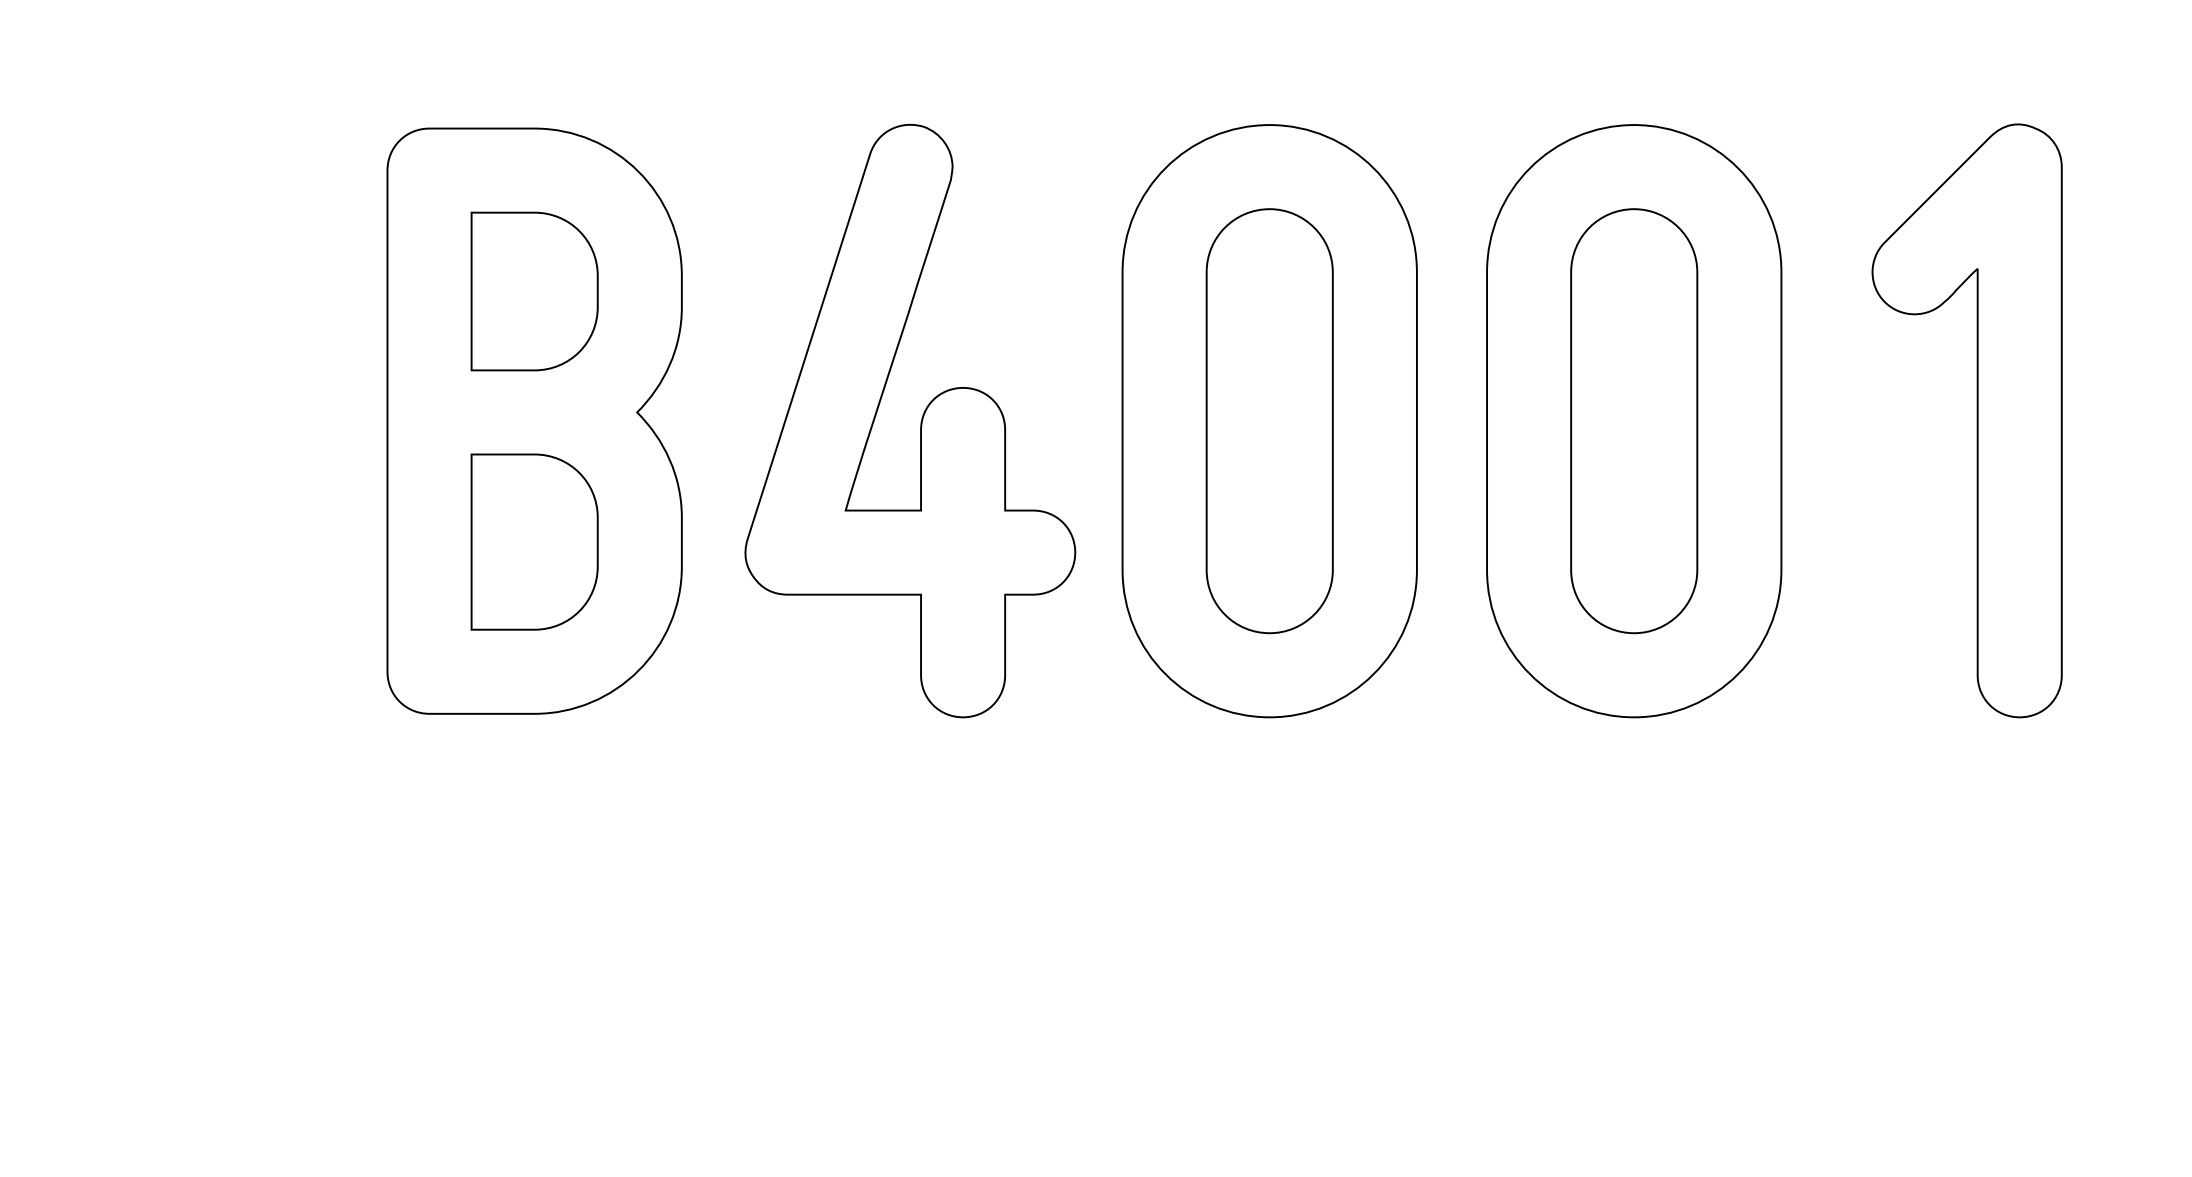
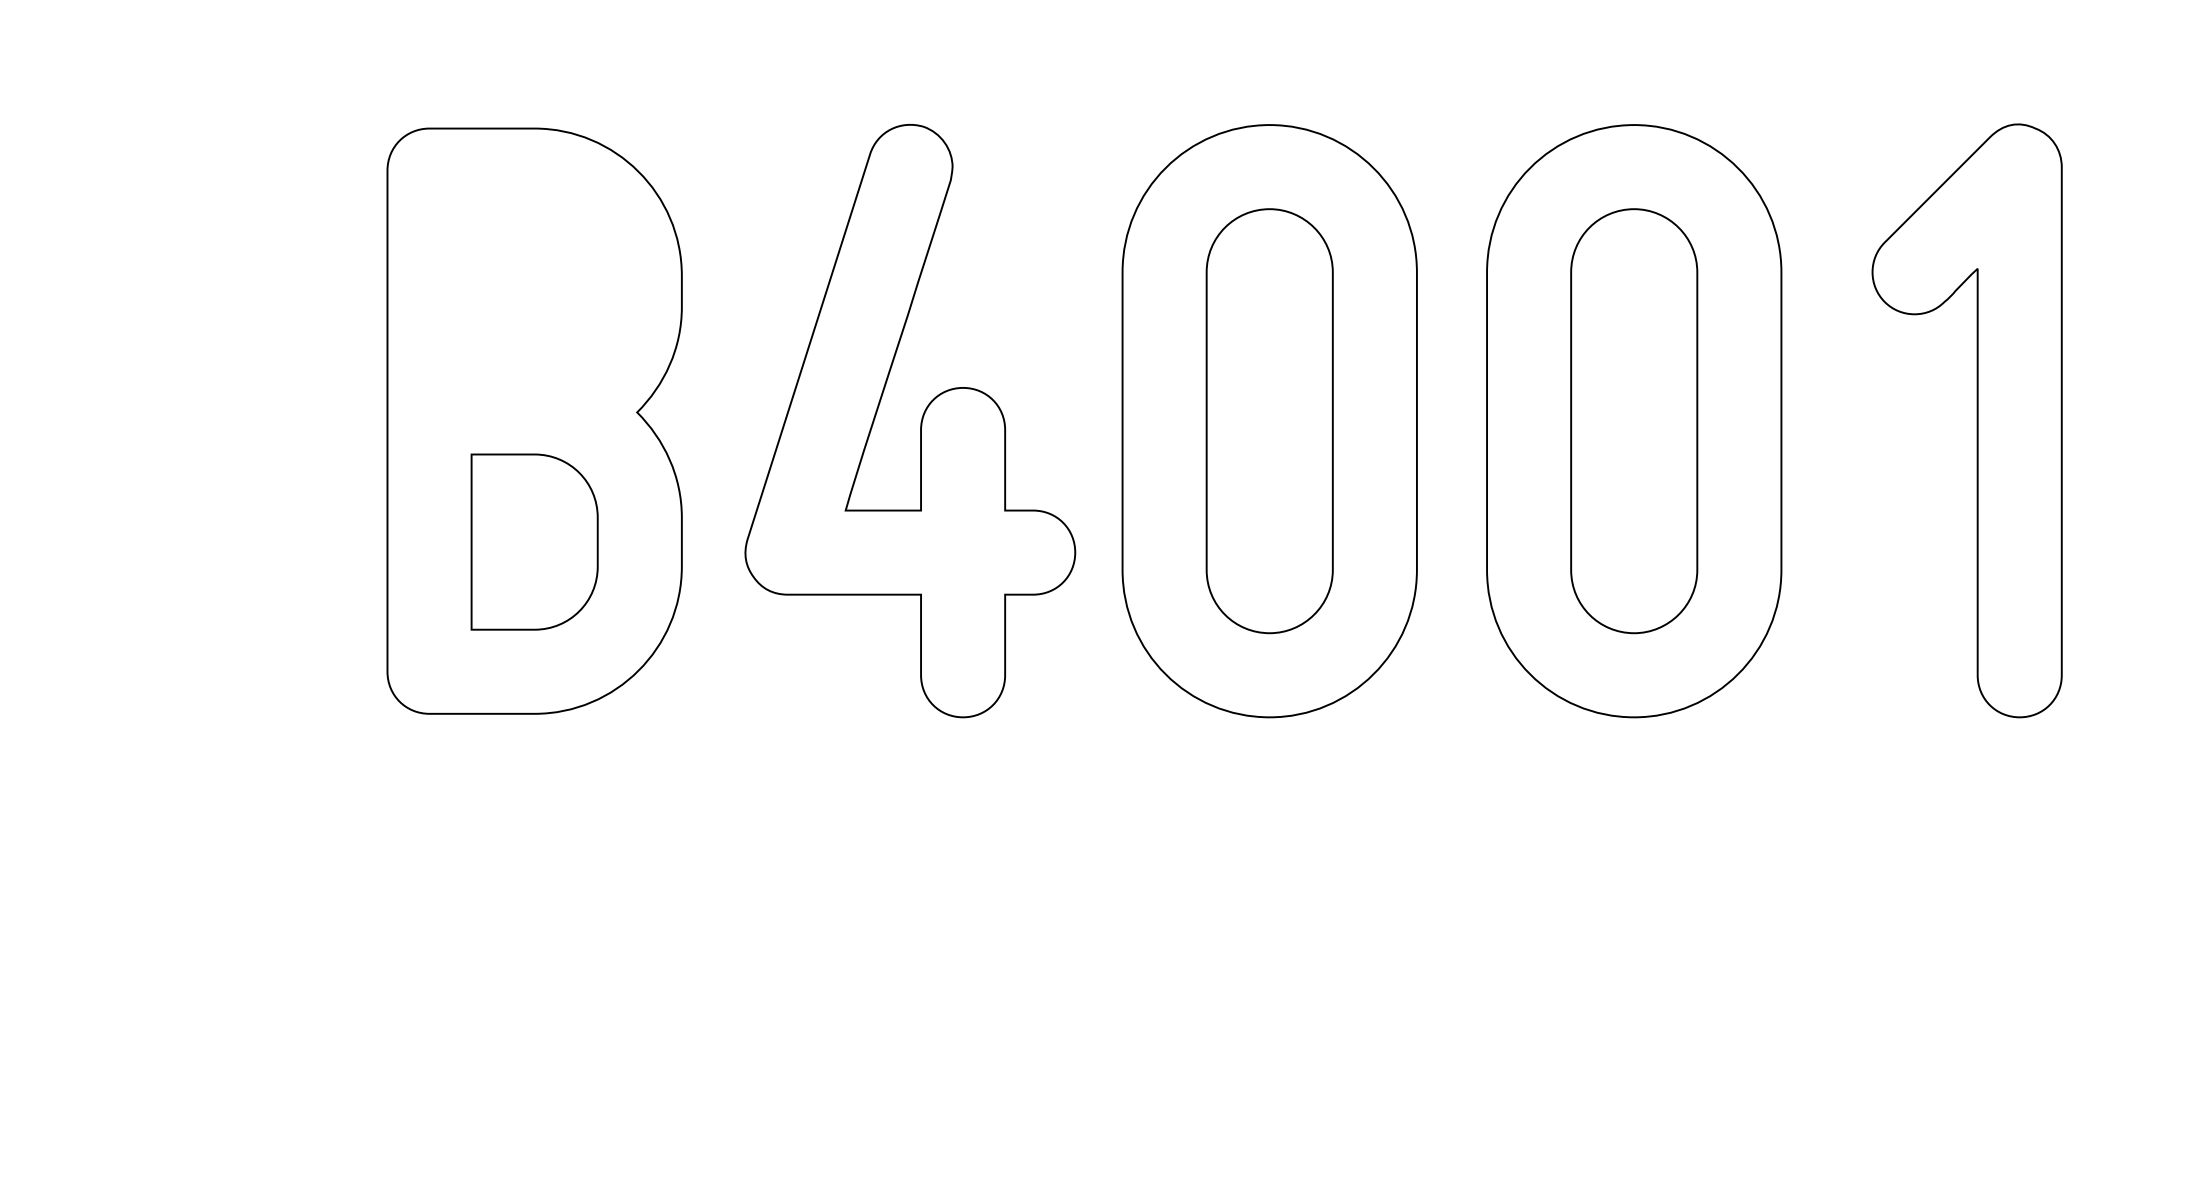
part at (534, 291): present -> none
